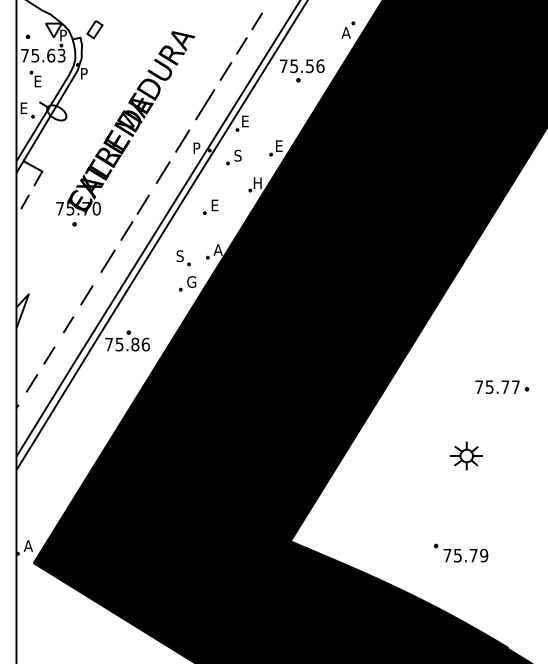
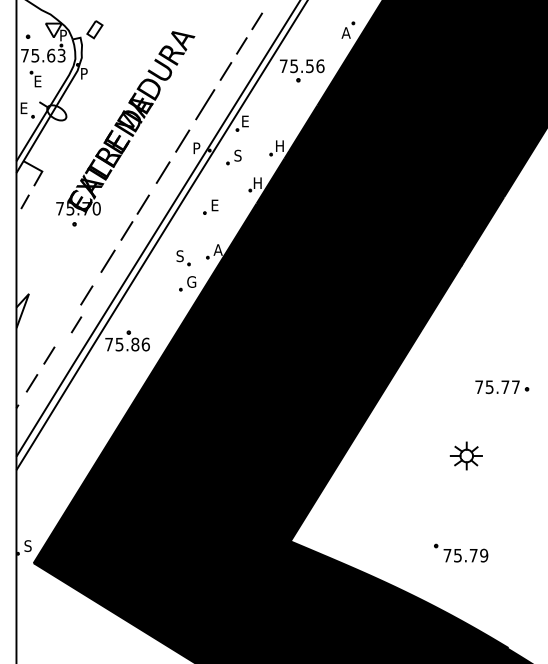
text at (280, 145): E -> H
line at (68, 324) position: (68, 324) -> (76, 324)
text at (27, 546): A -> S
